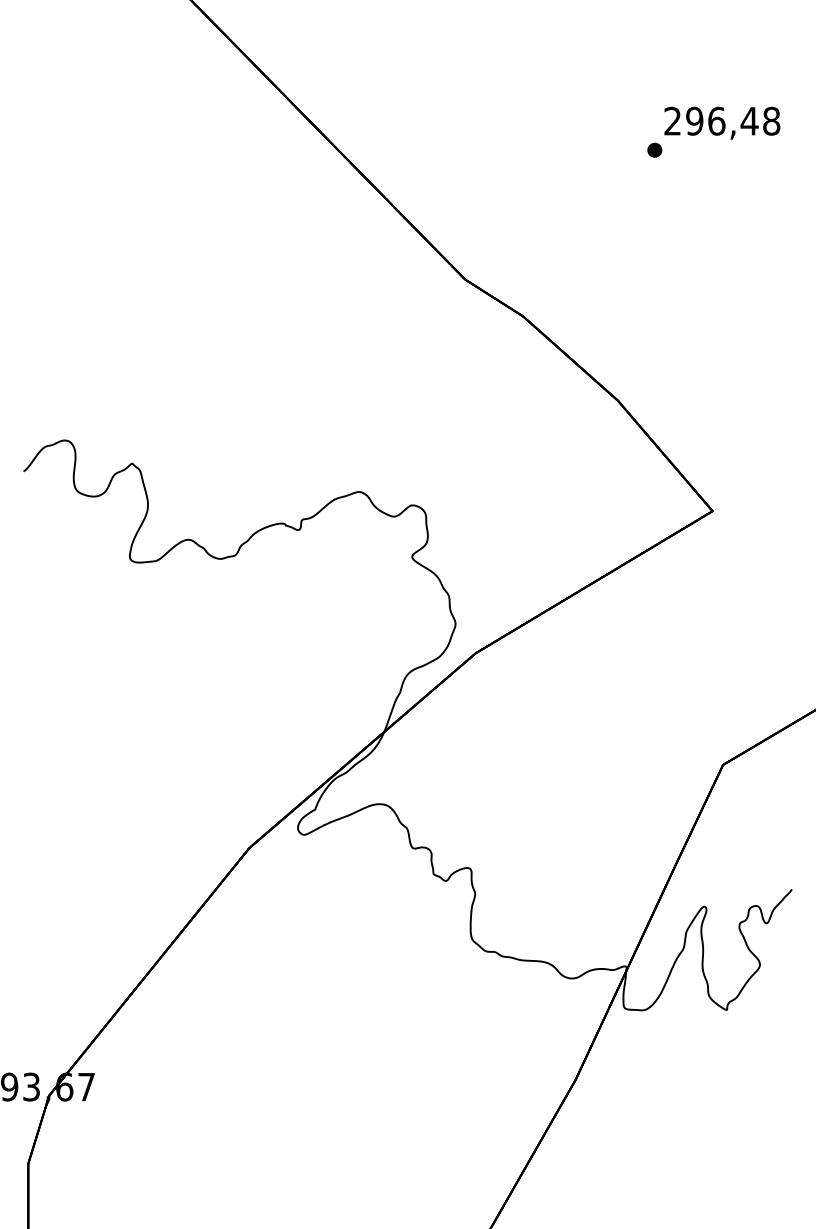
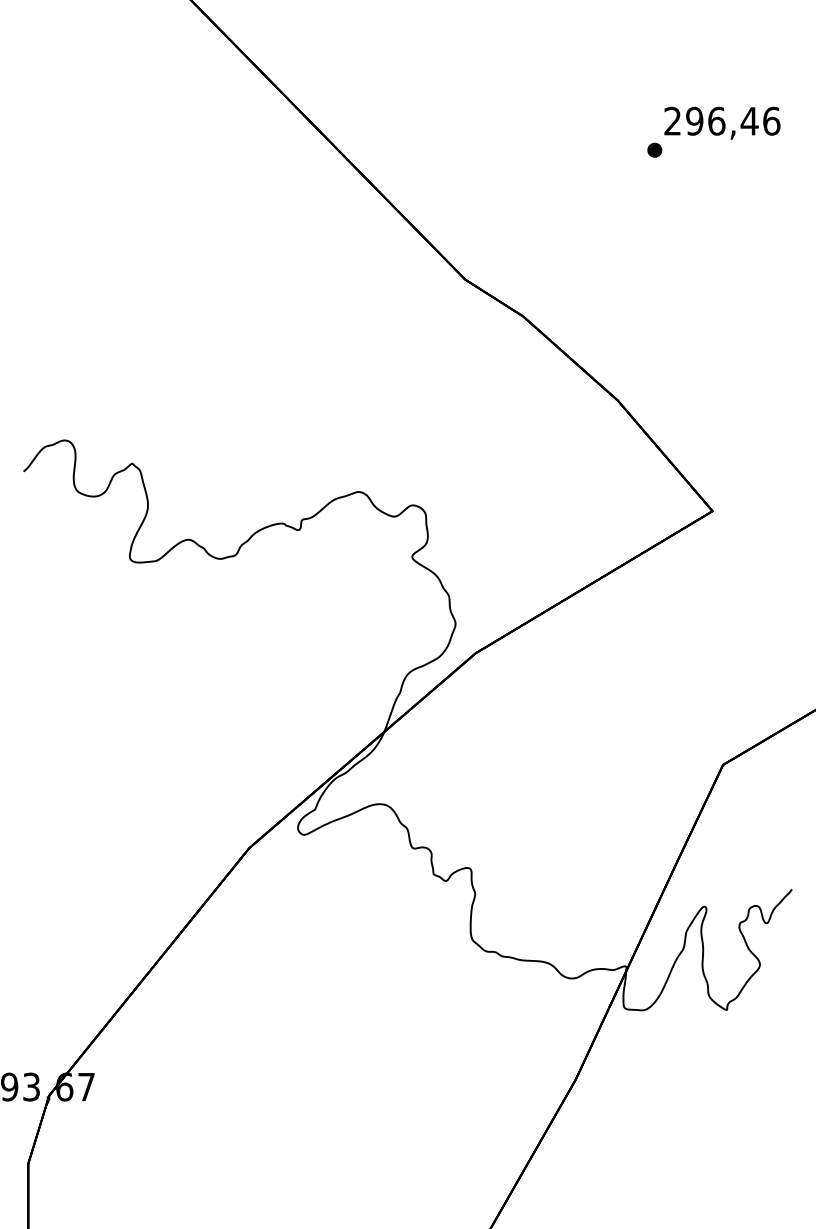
text at (771, 120): 296,48 -> 296,46
